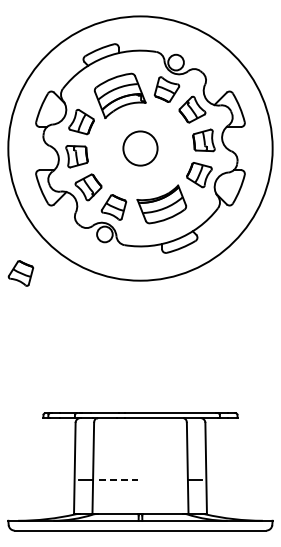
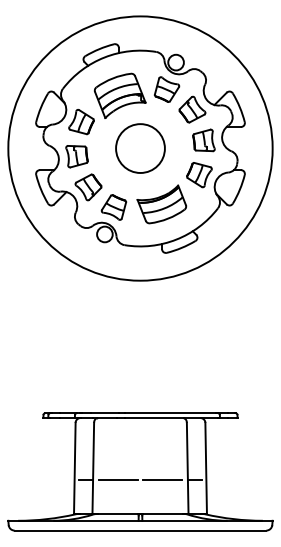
circle at (140, 148) diameter: 34 px -> 49 px
part at (20, 273): present -> none
line at (118, 479): dashed -> solid
line at (162, 479): none -> present
